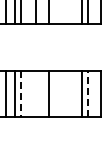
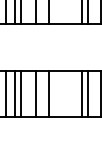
line at (87, 93): dashed -> solid
line at (20, 94): dashed -> solid
line at (36, 94): none -> present
